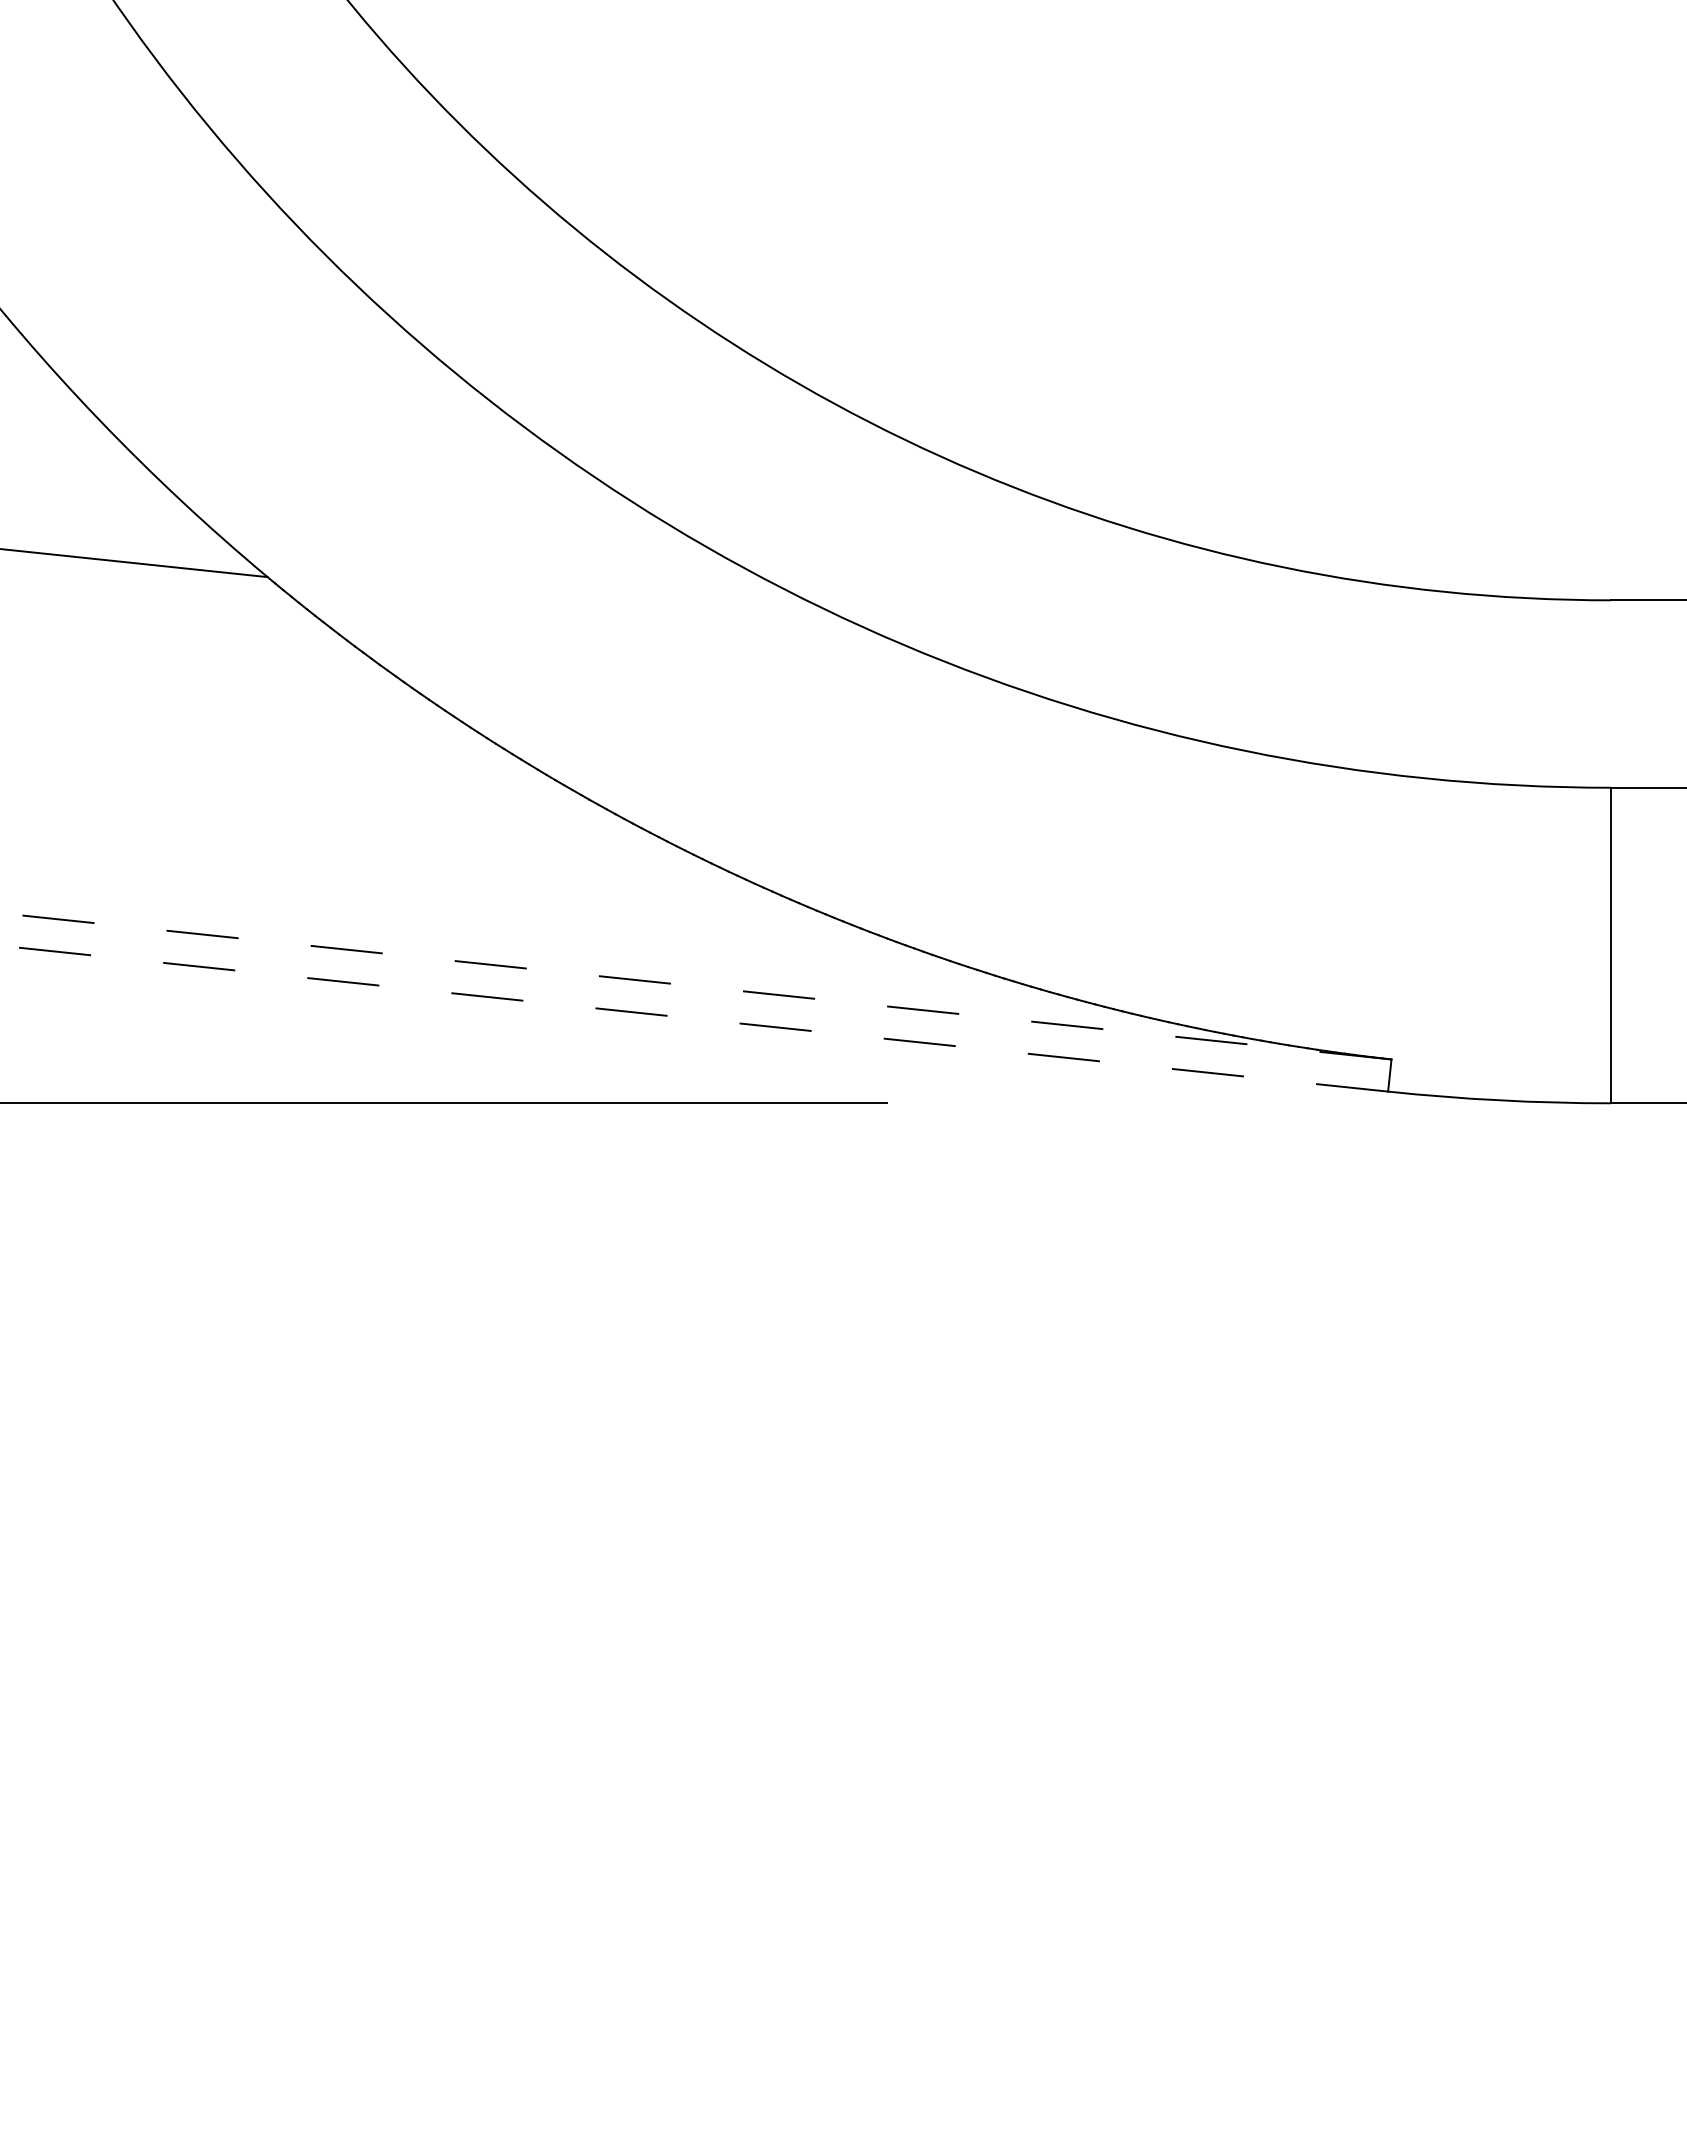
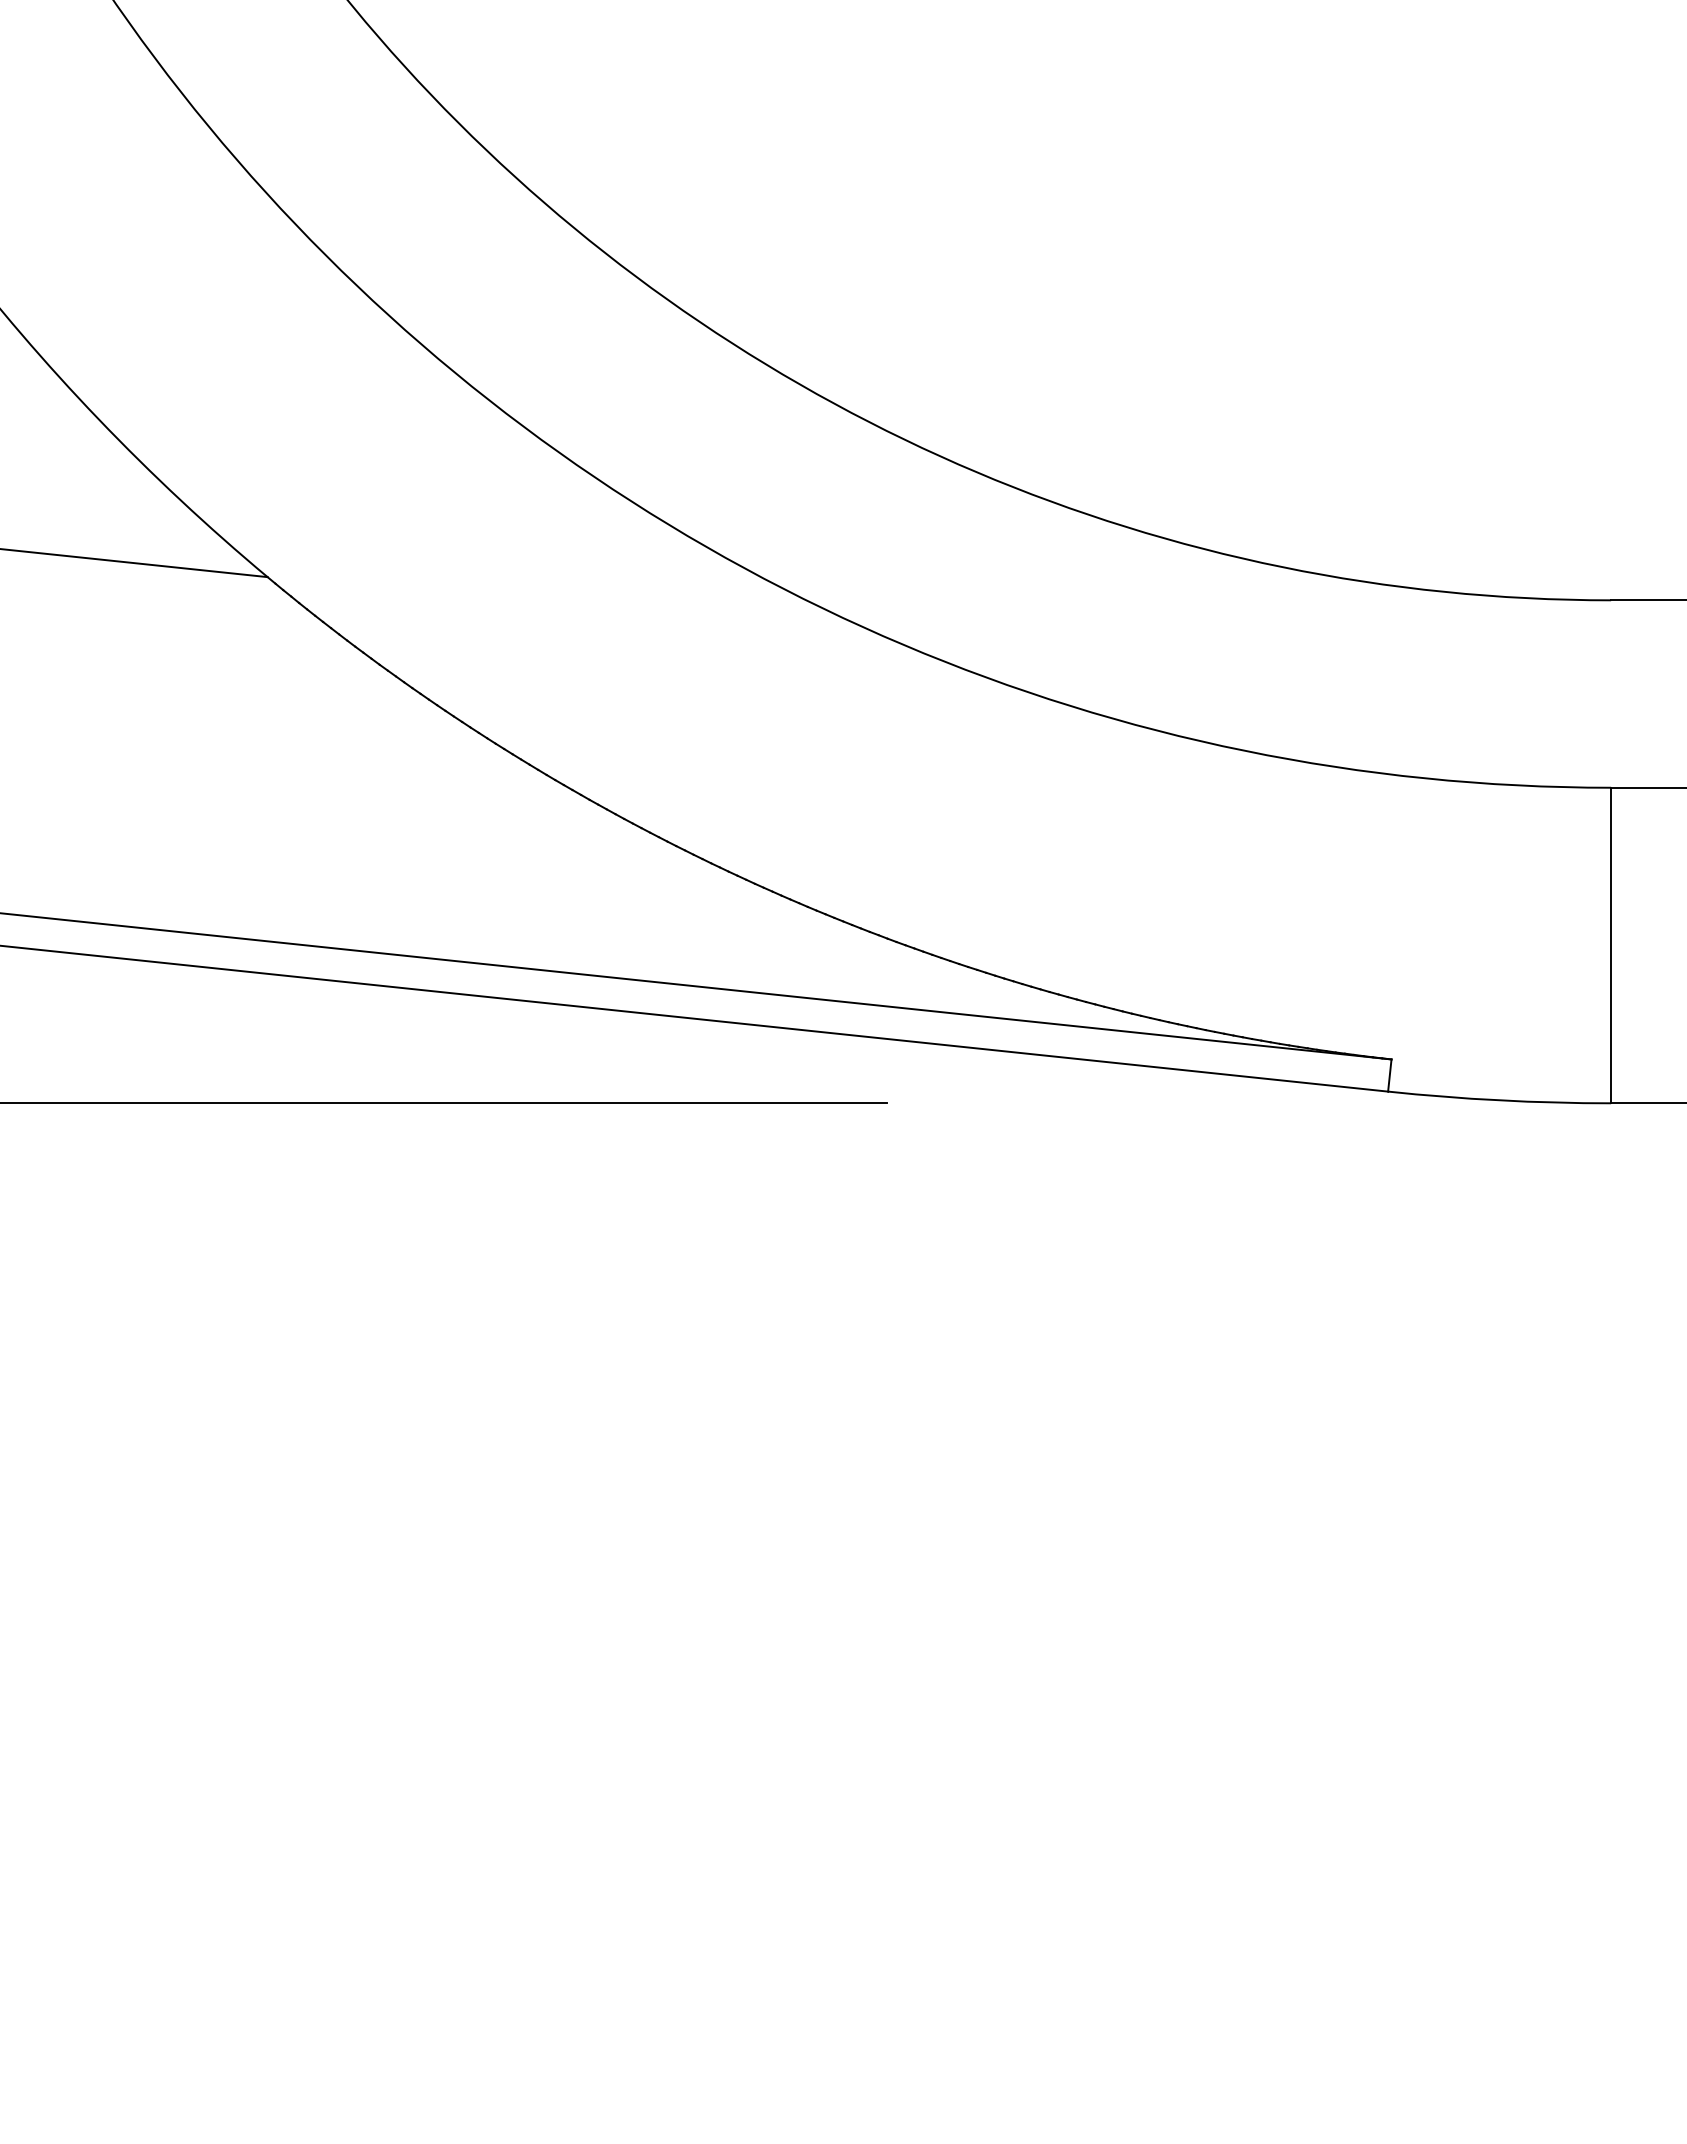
line at (695, 986): dashed -> solid
line at (694, 1018): dashed -> solid
